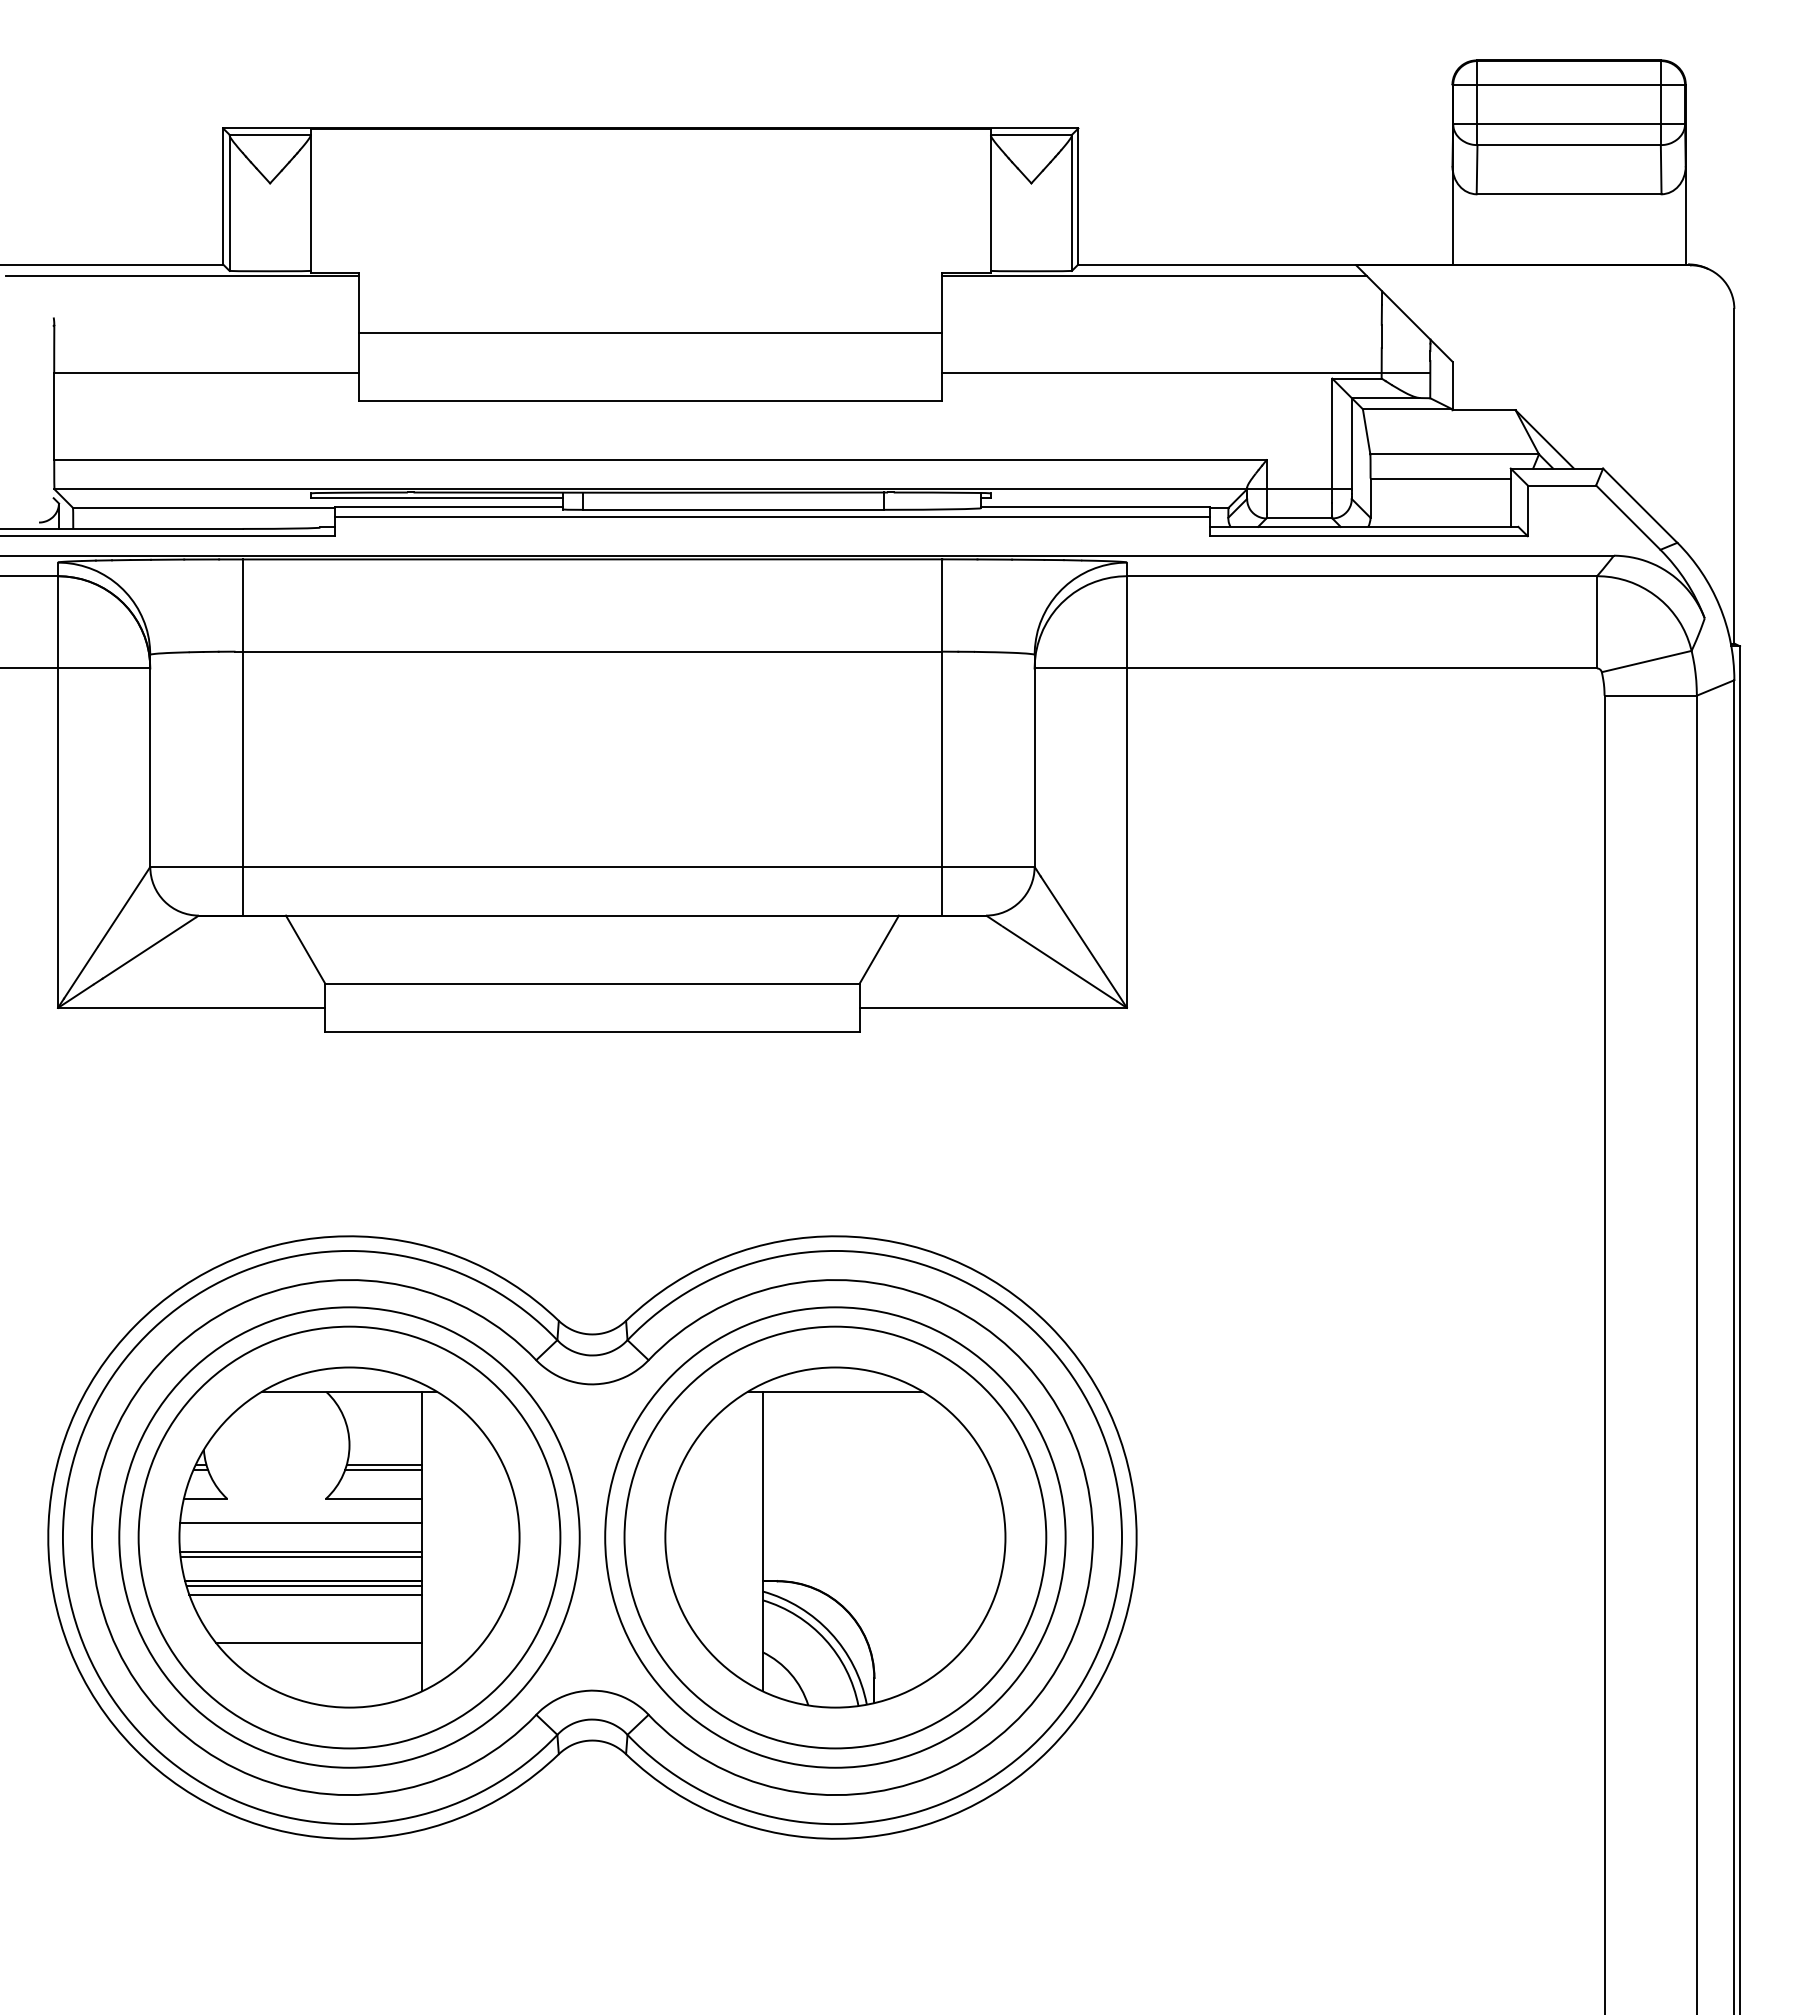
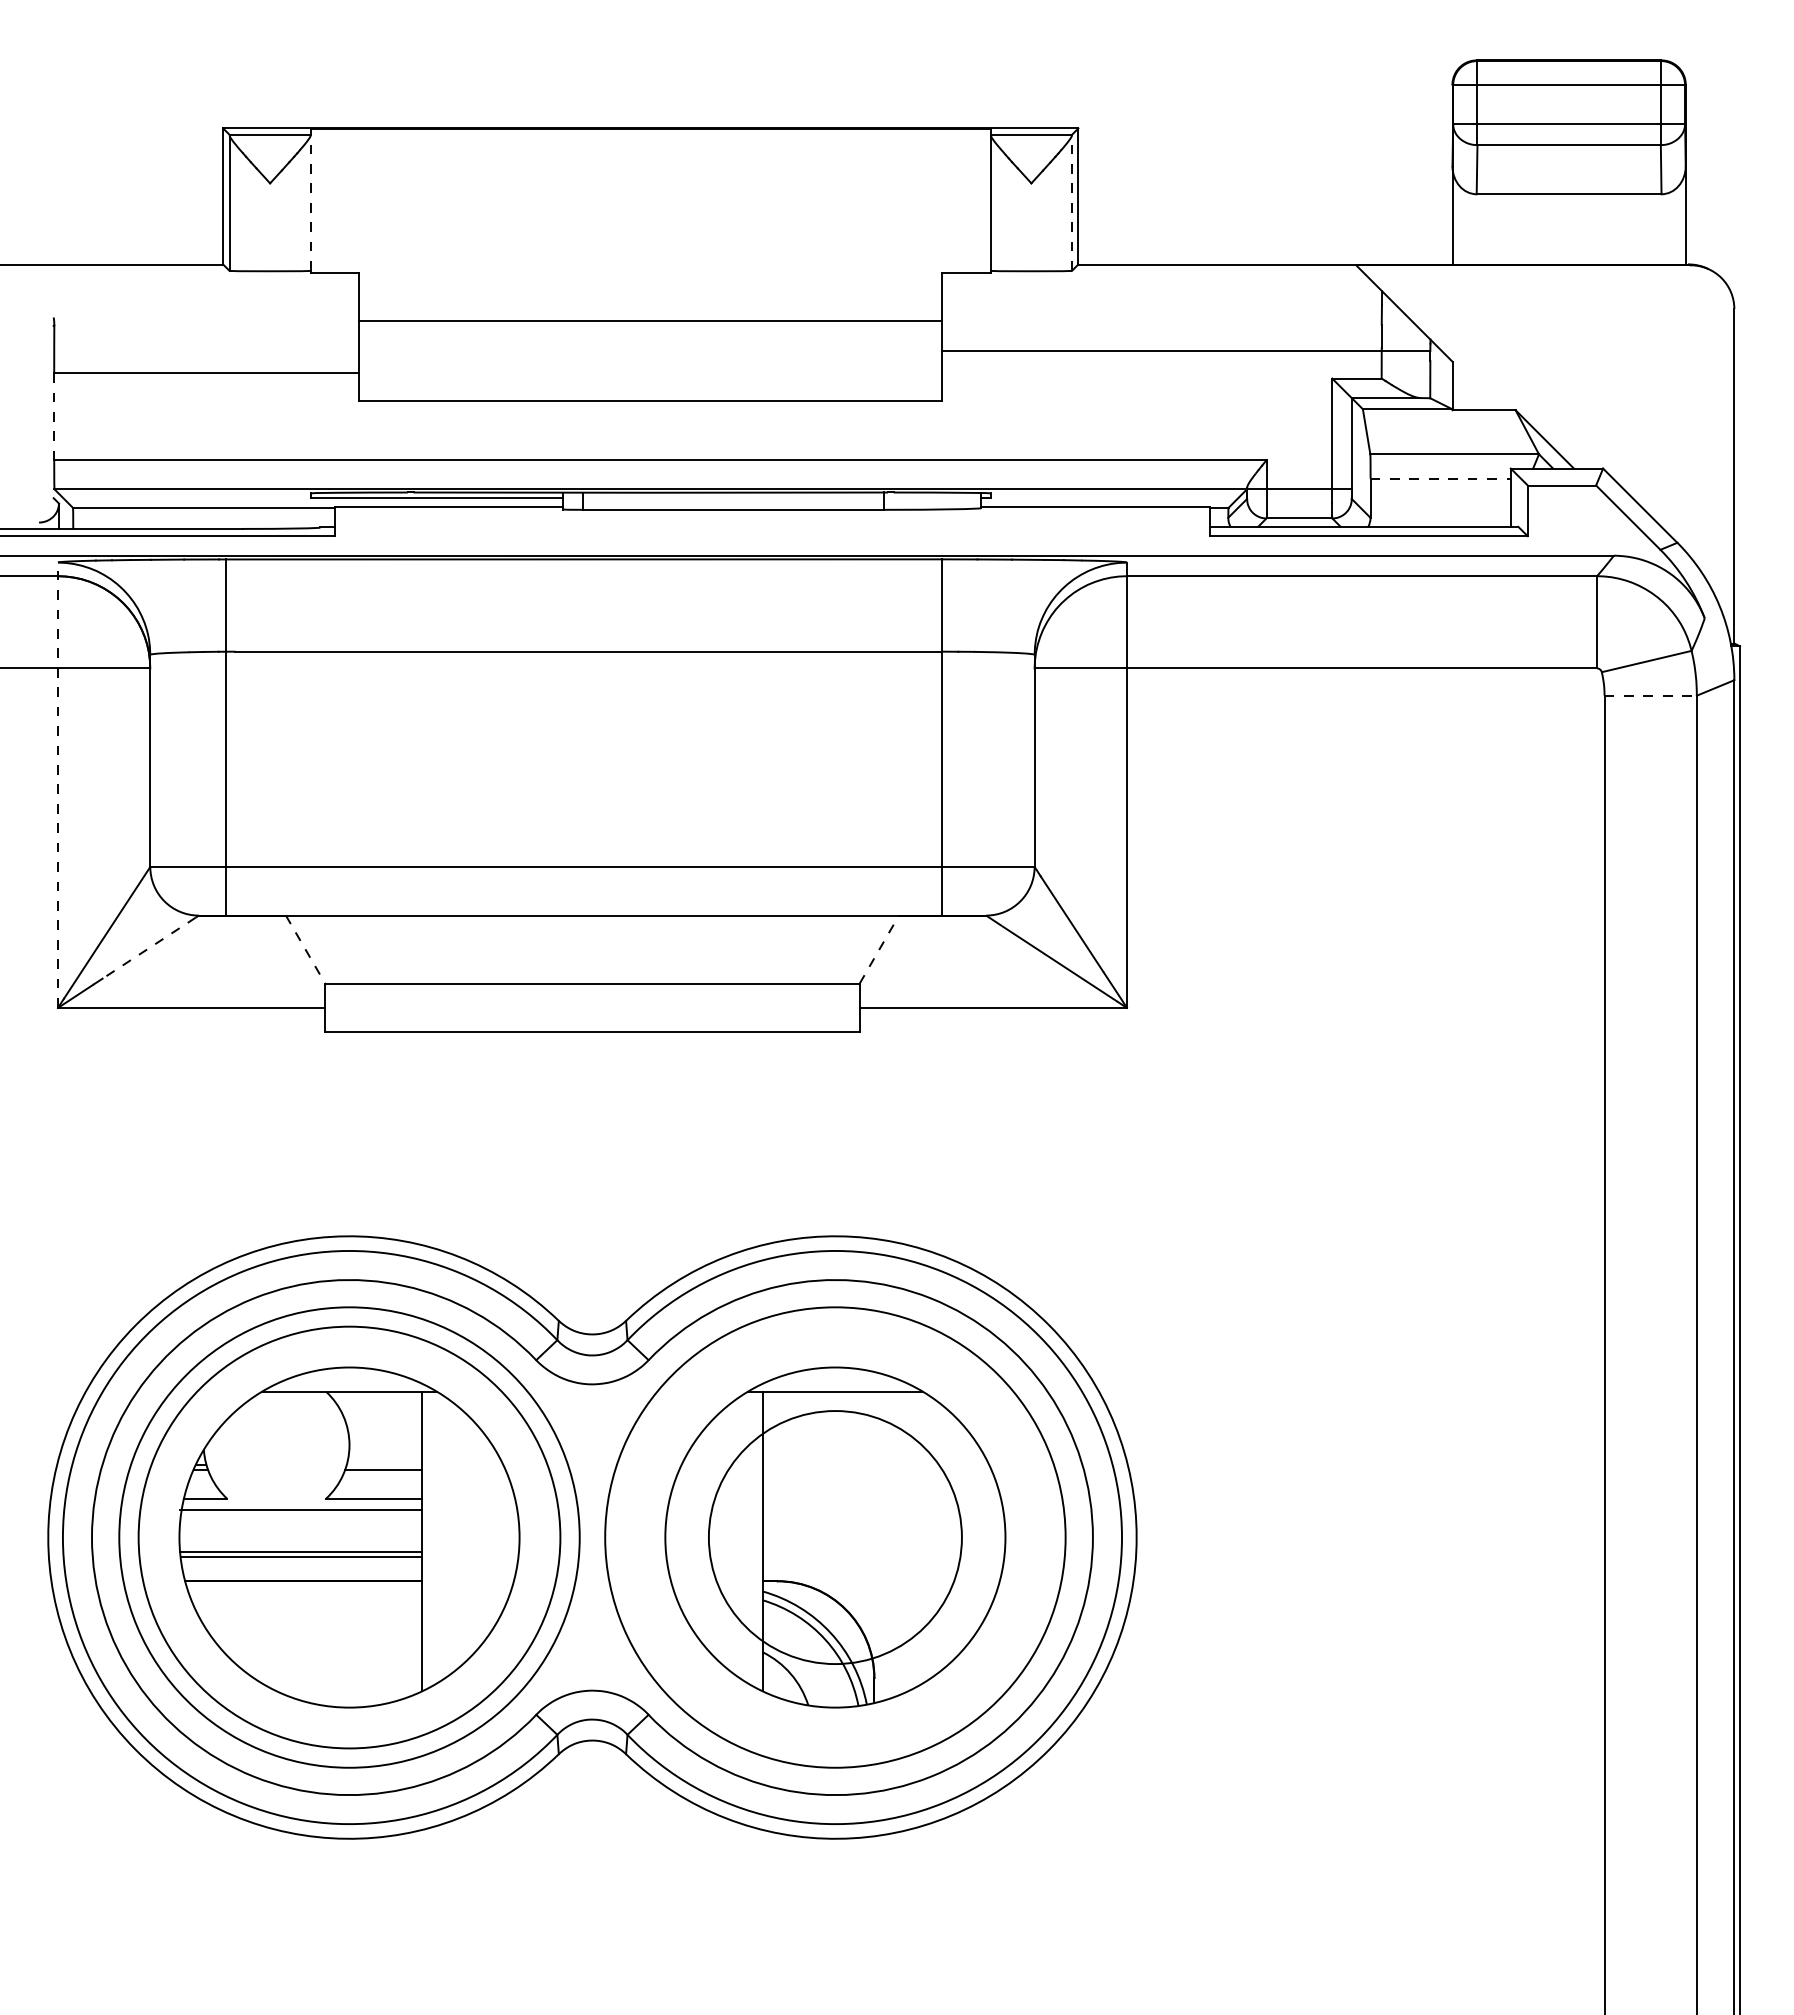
line at (310, 200): solid -> dashed
line at (1071, 203): solid -> dashed
line at (182, 275): present -> none
line at (1154, 275): present -> none
line at (650, 332) position: (650, 332) -> (650, 320)
line at (1186, 373) position: (1186, 373) -> (1186, 351)
line at (54, 417): solid -> dashed
line at (1441, 478): solid -> dashed
line at (771, 516): present -> none
line at (1651, 695): solid -> dashed
line at (242, 737) position: (242, 737) -> (225, 737)
line at (57, 785): solid -> dashed
line at (149, 948): solid -> dashed
line at (879, 949): solid -> dashed
line at (305, 950): solid -> dashed
line at (384, 1464): present -> none
line at (301, 1522) position: (301, 1522) -> (301, 1509)
circle at (835, 1537) diameter: 422 px -> 253 px
line at (304, 1586): present -> none
line at (305, 1594): present -> none
line at (319, 1643): present -> none
